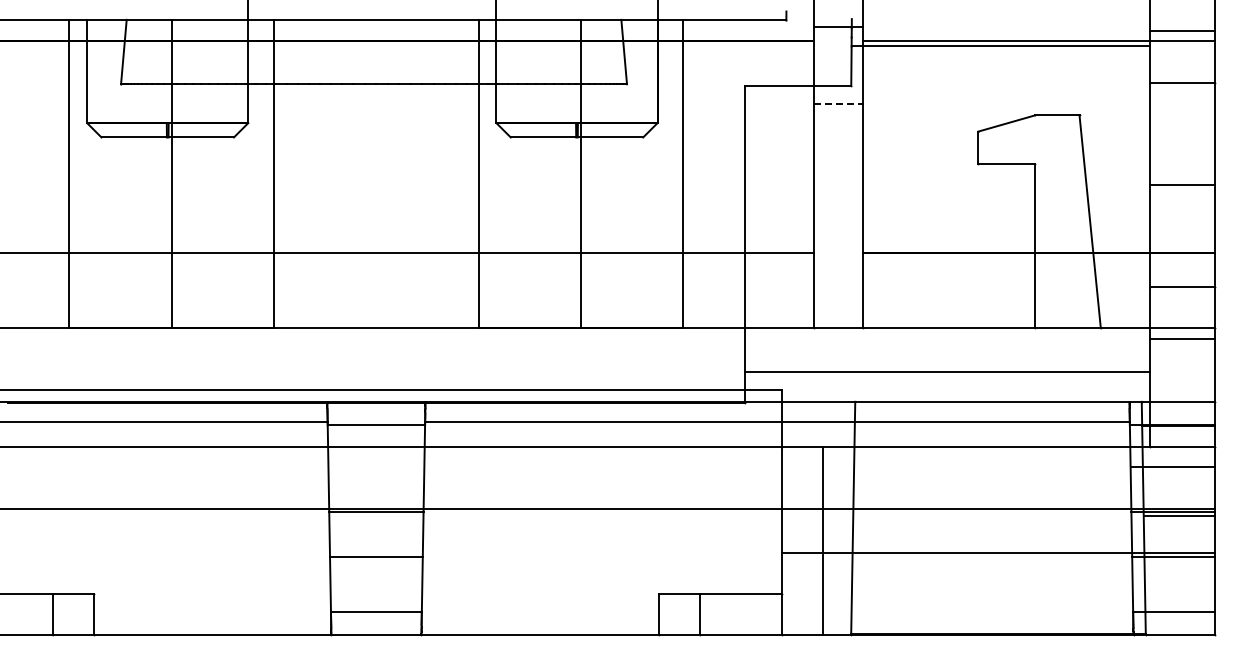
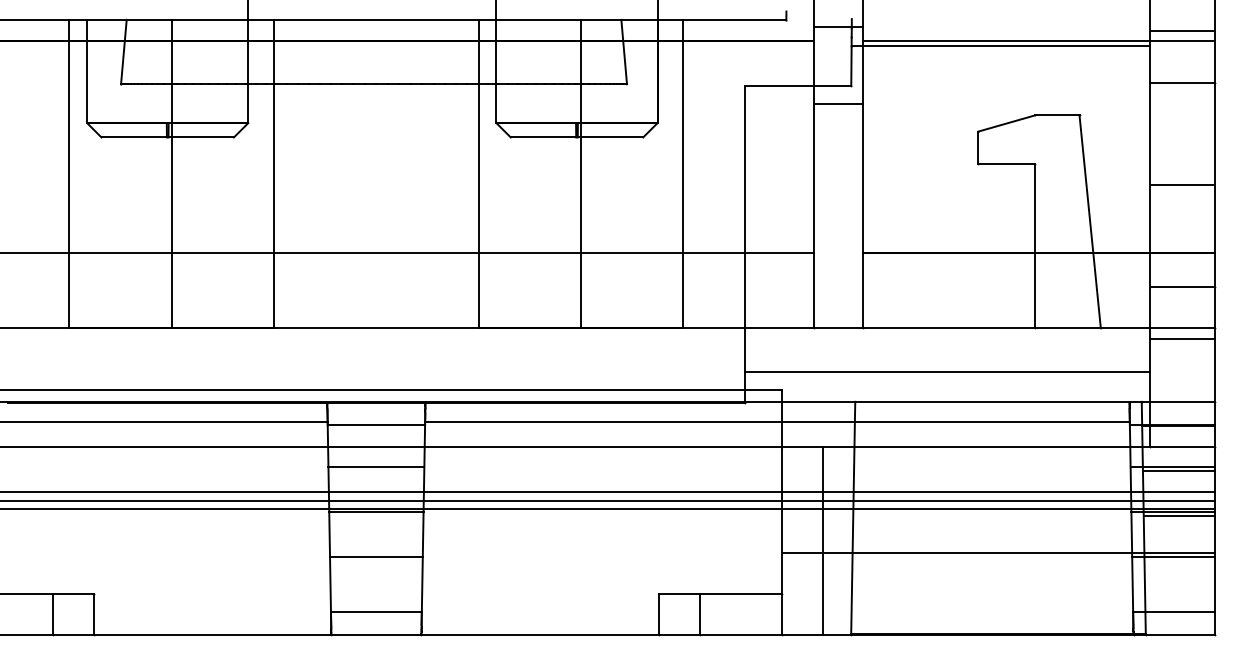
line at (838, 103): dashed -> solid
line at (376, 467): none -> present
line at (1178, 471): none -> present
line at (608, 491): none -> present
line at (608, 501): none -> present
